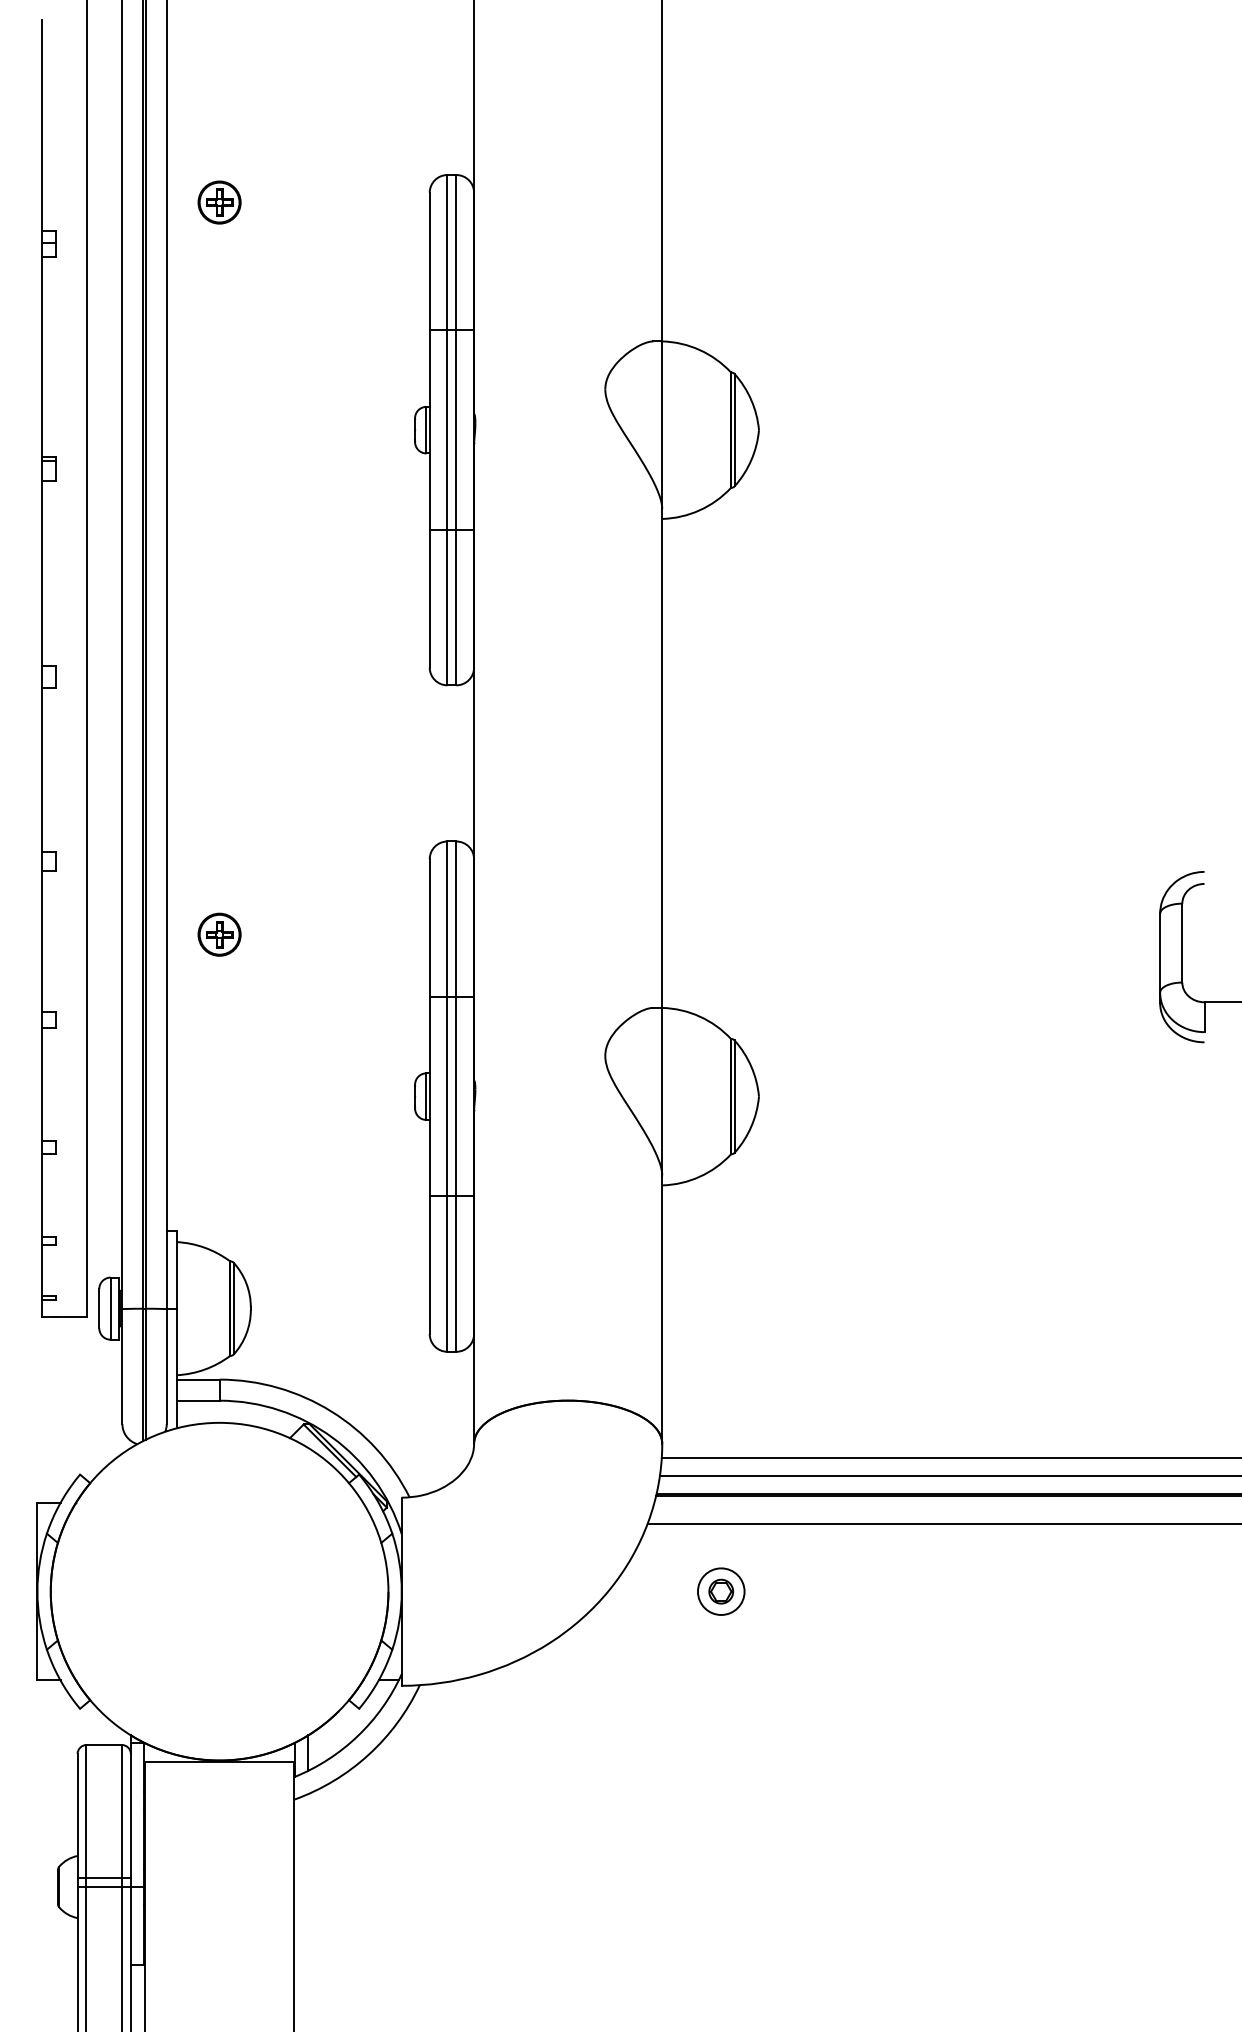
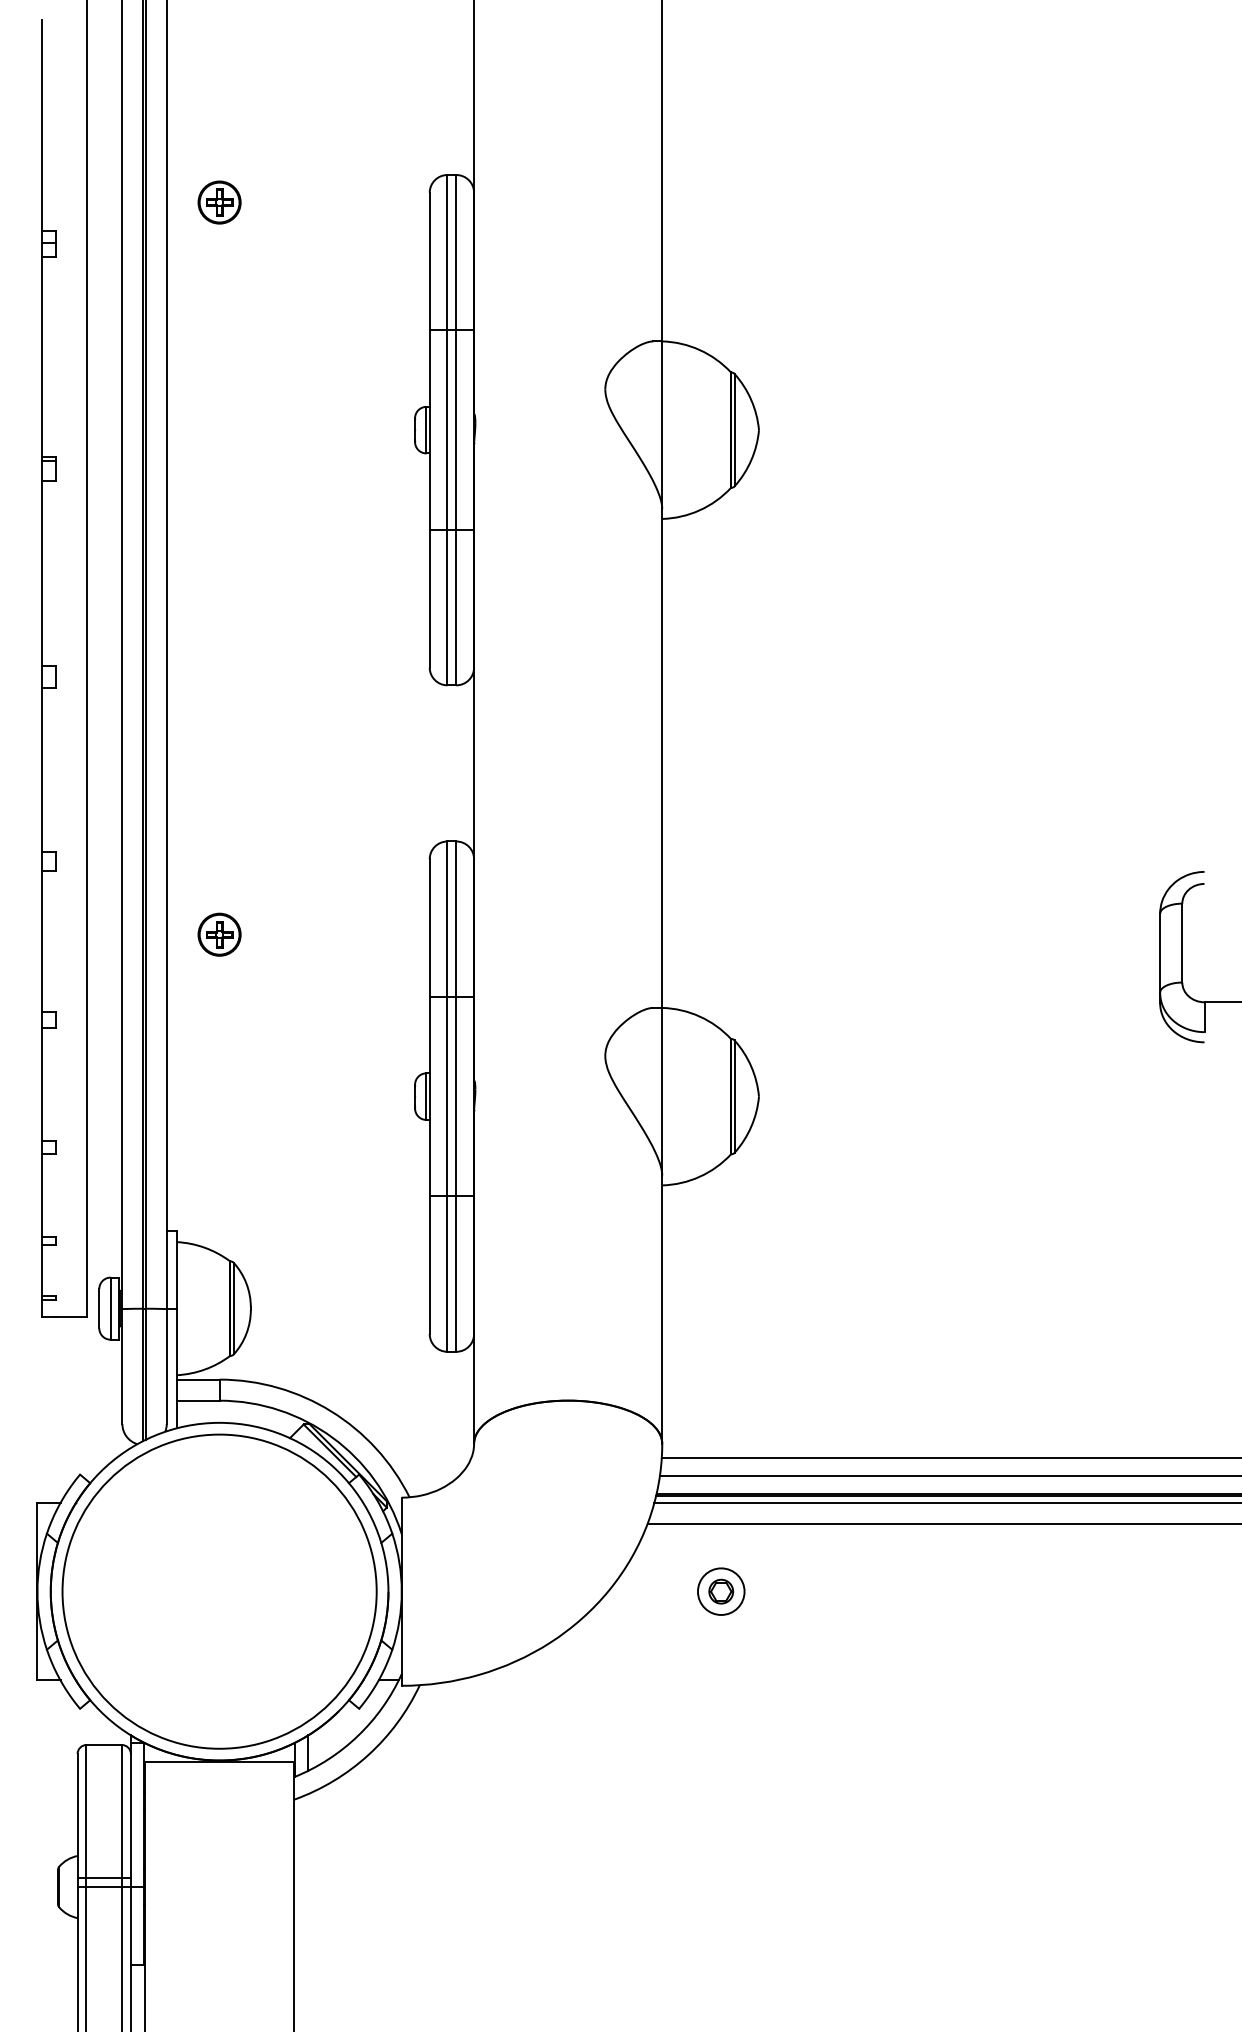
line at (946, 1502): none -> present
circle at (219, 1591): none -> present
